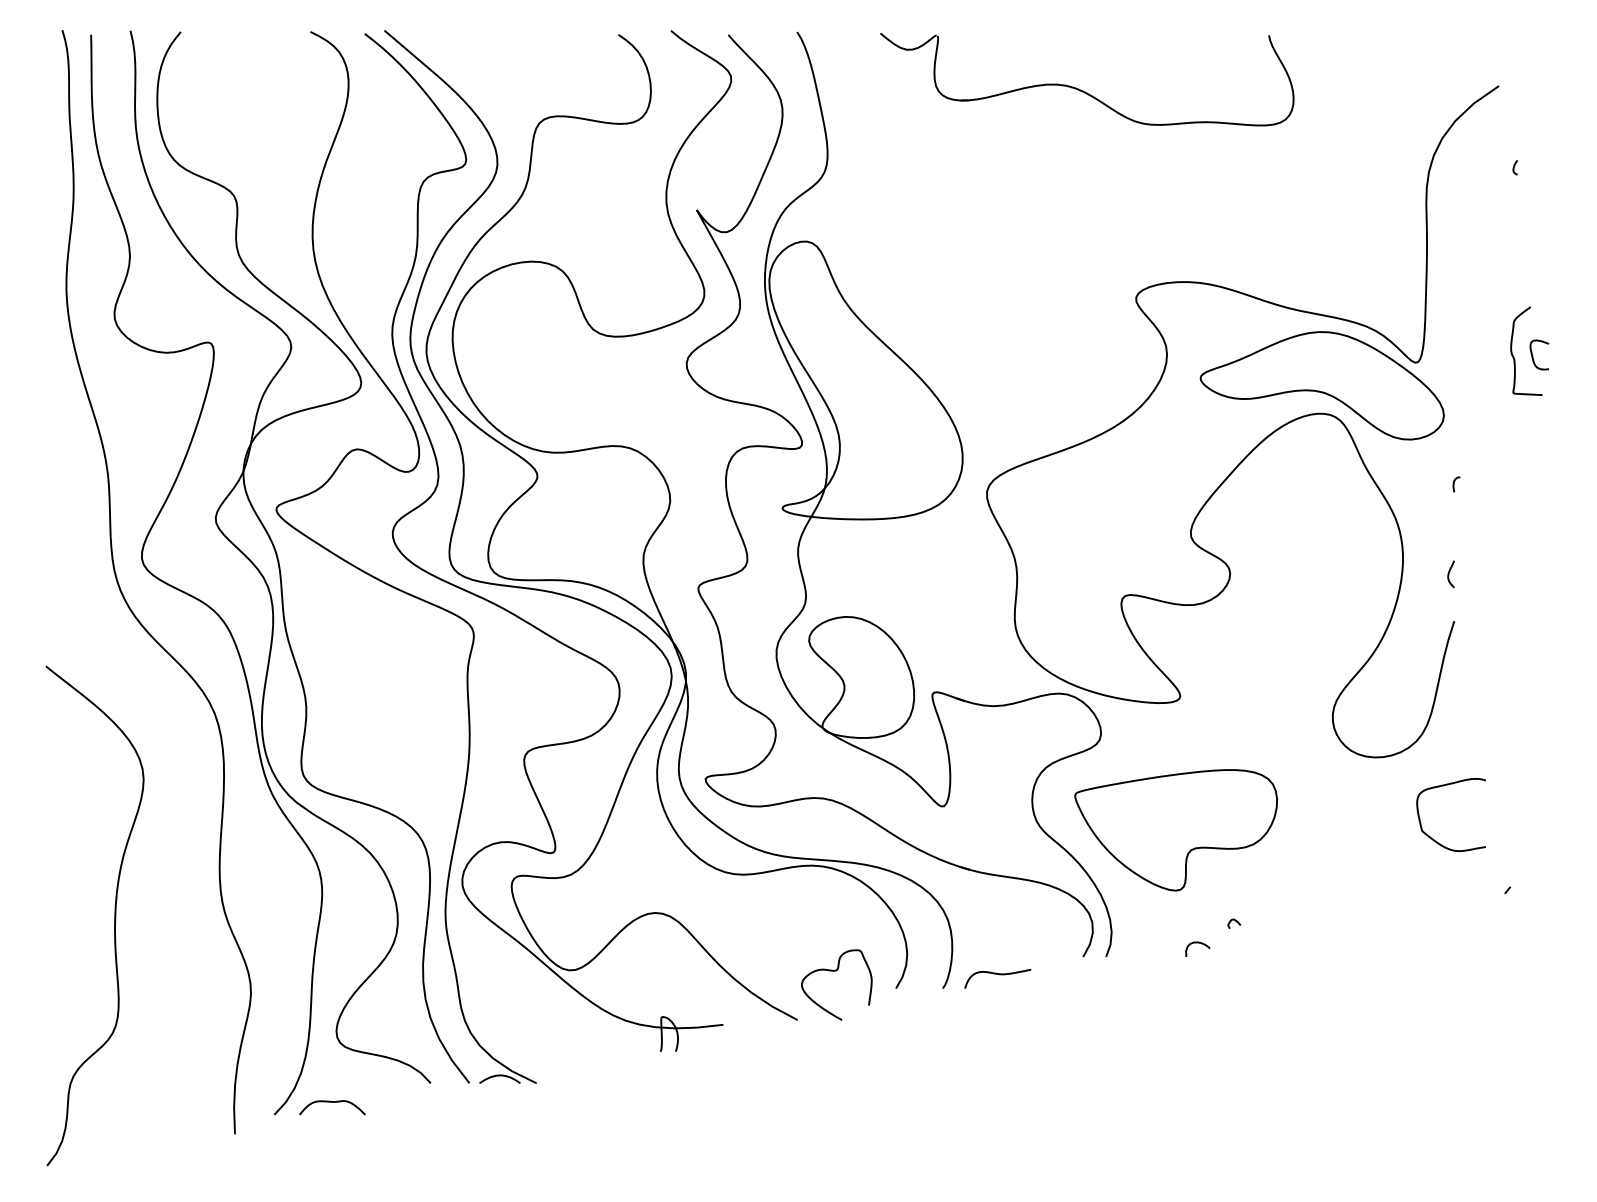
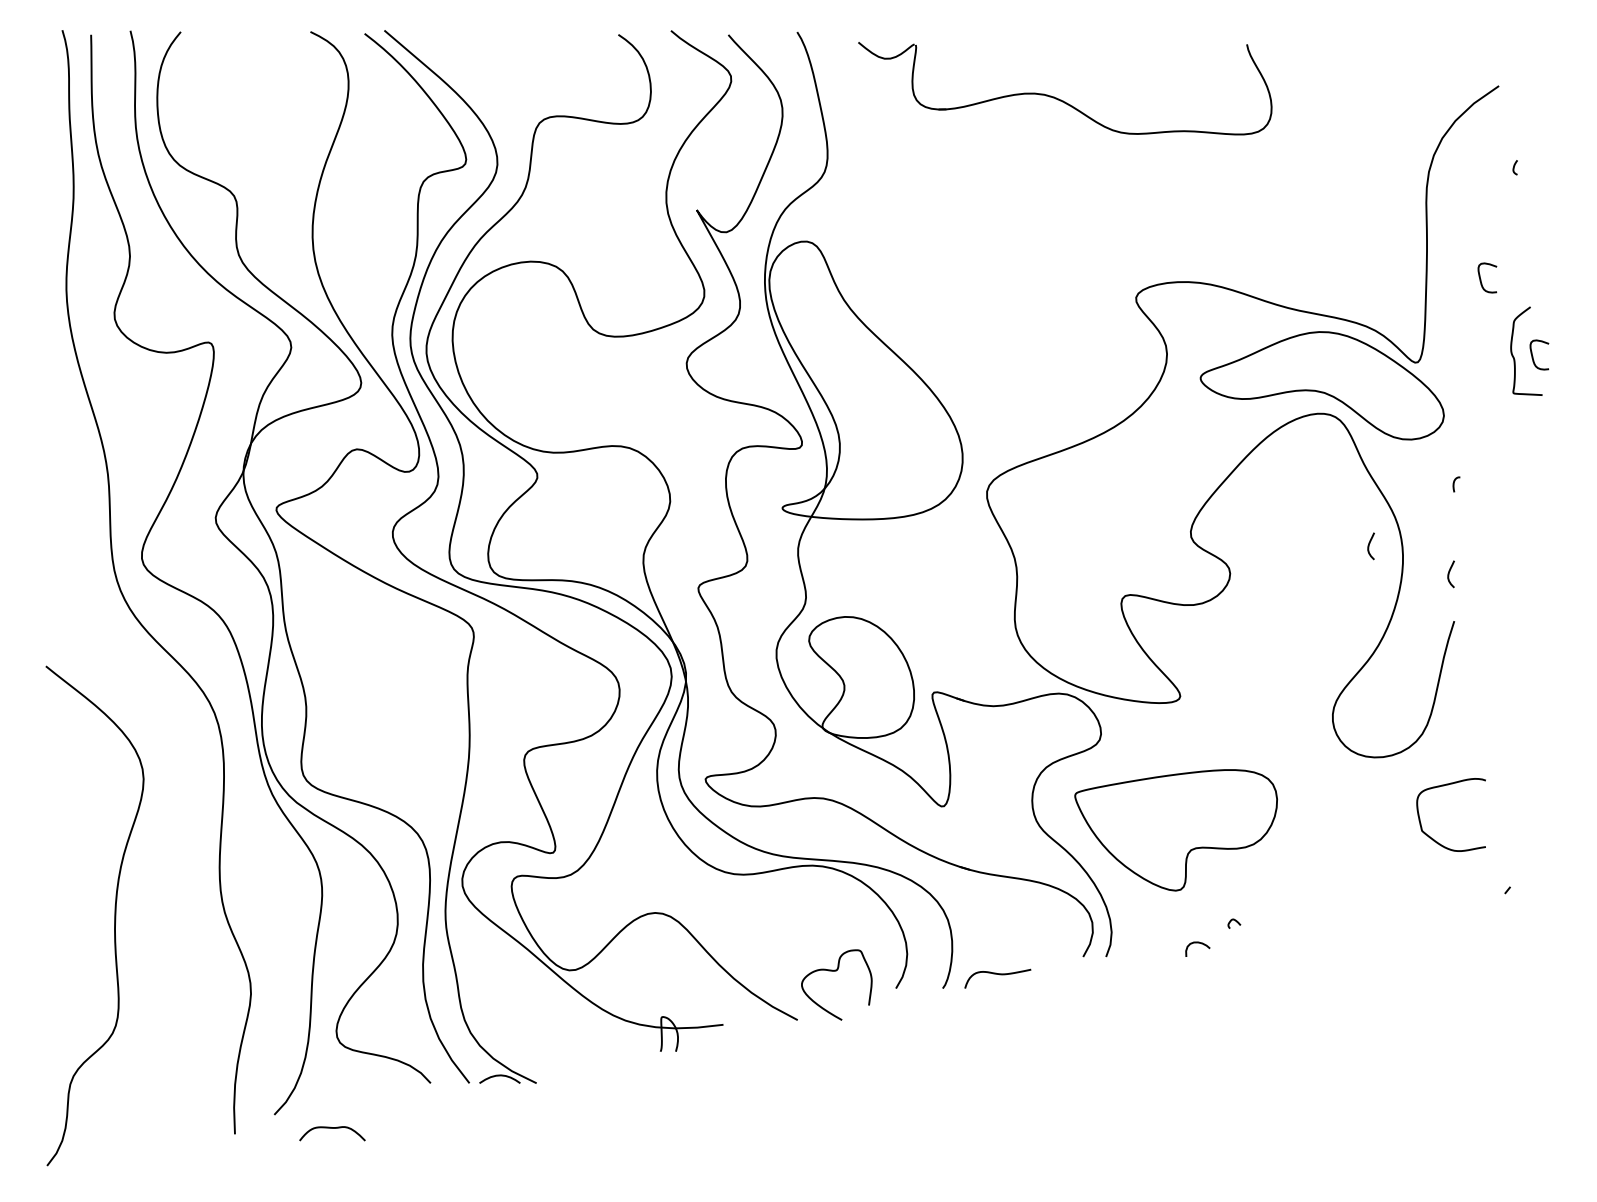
part at (1083, 90) position: (1083, 90) -> (1061, 99)
curve at (1481, 279): none -> present
curve at (1369, 546): none -> present
curve at (332, 1102) position: (332, 1102) -> (332, 1128)
